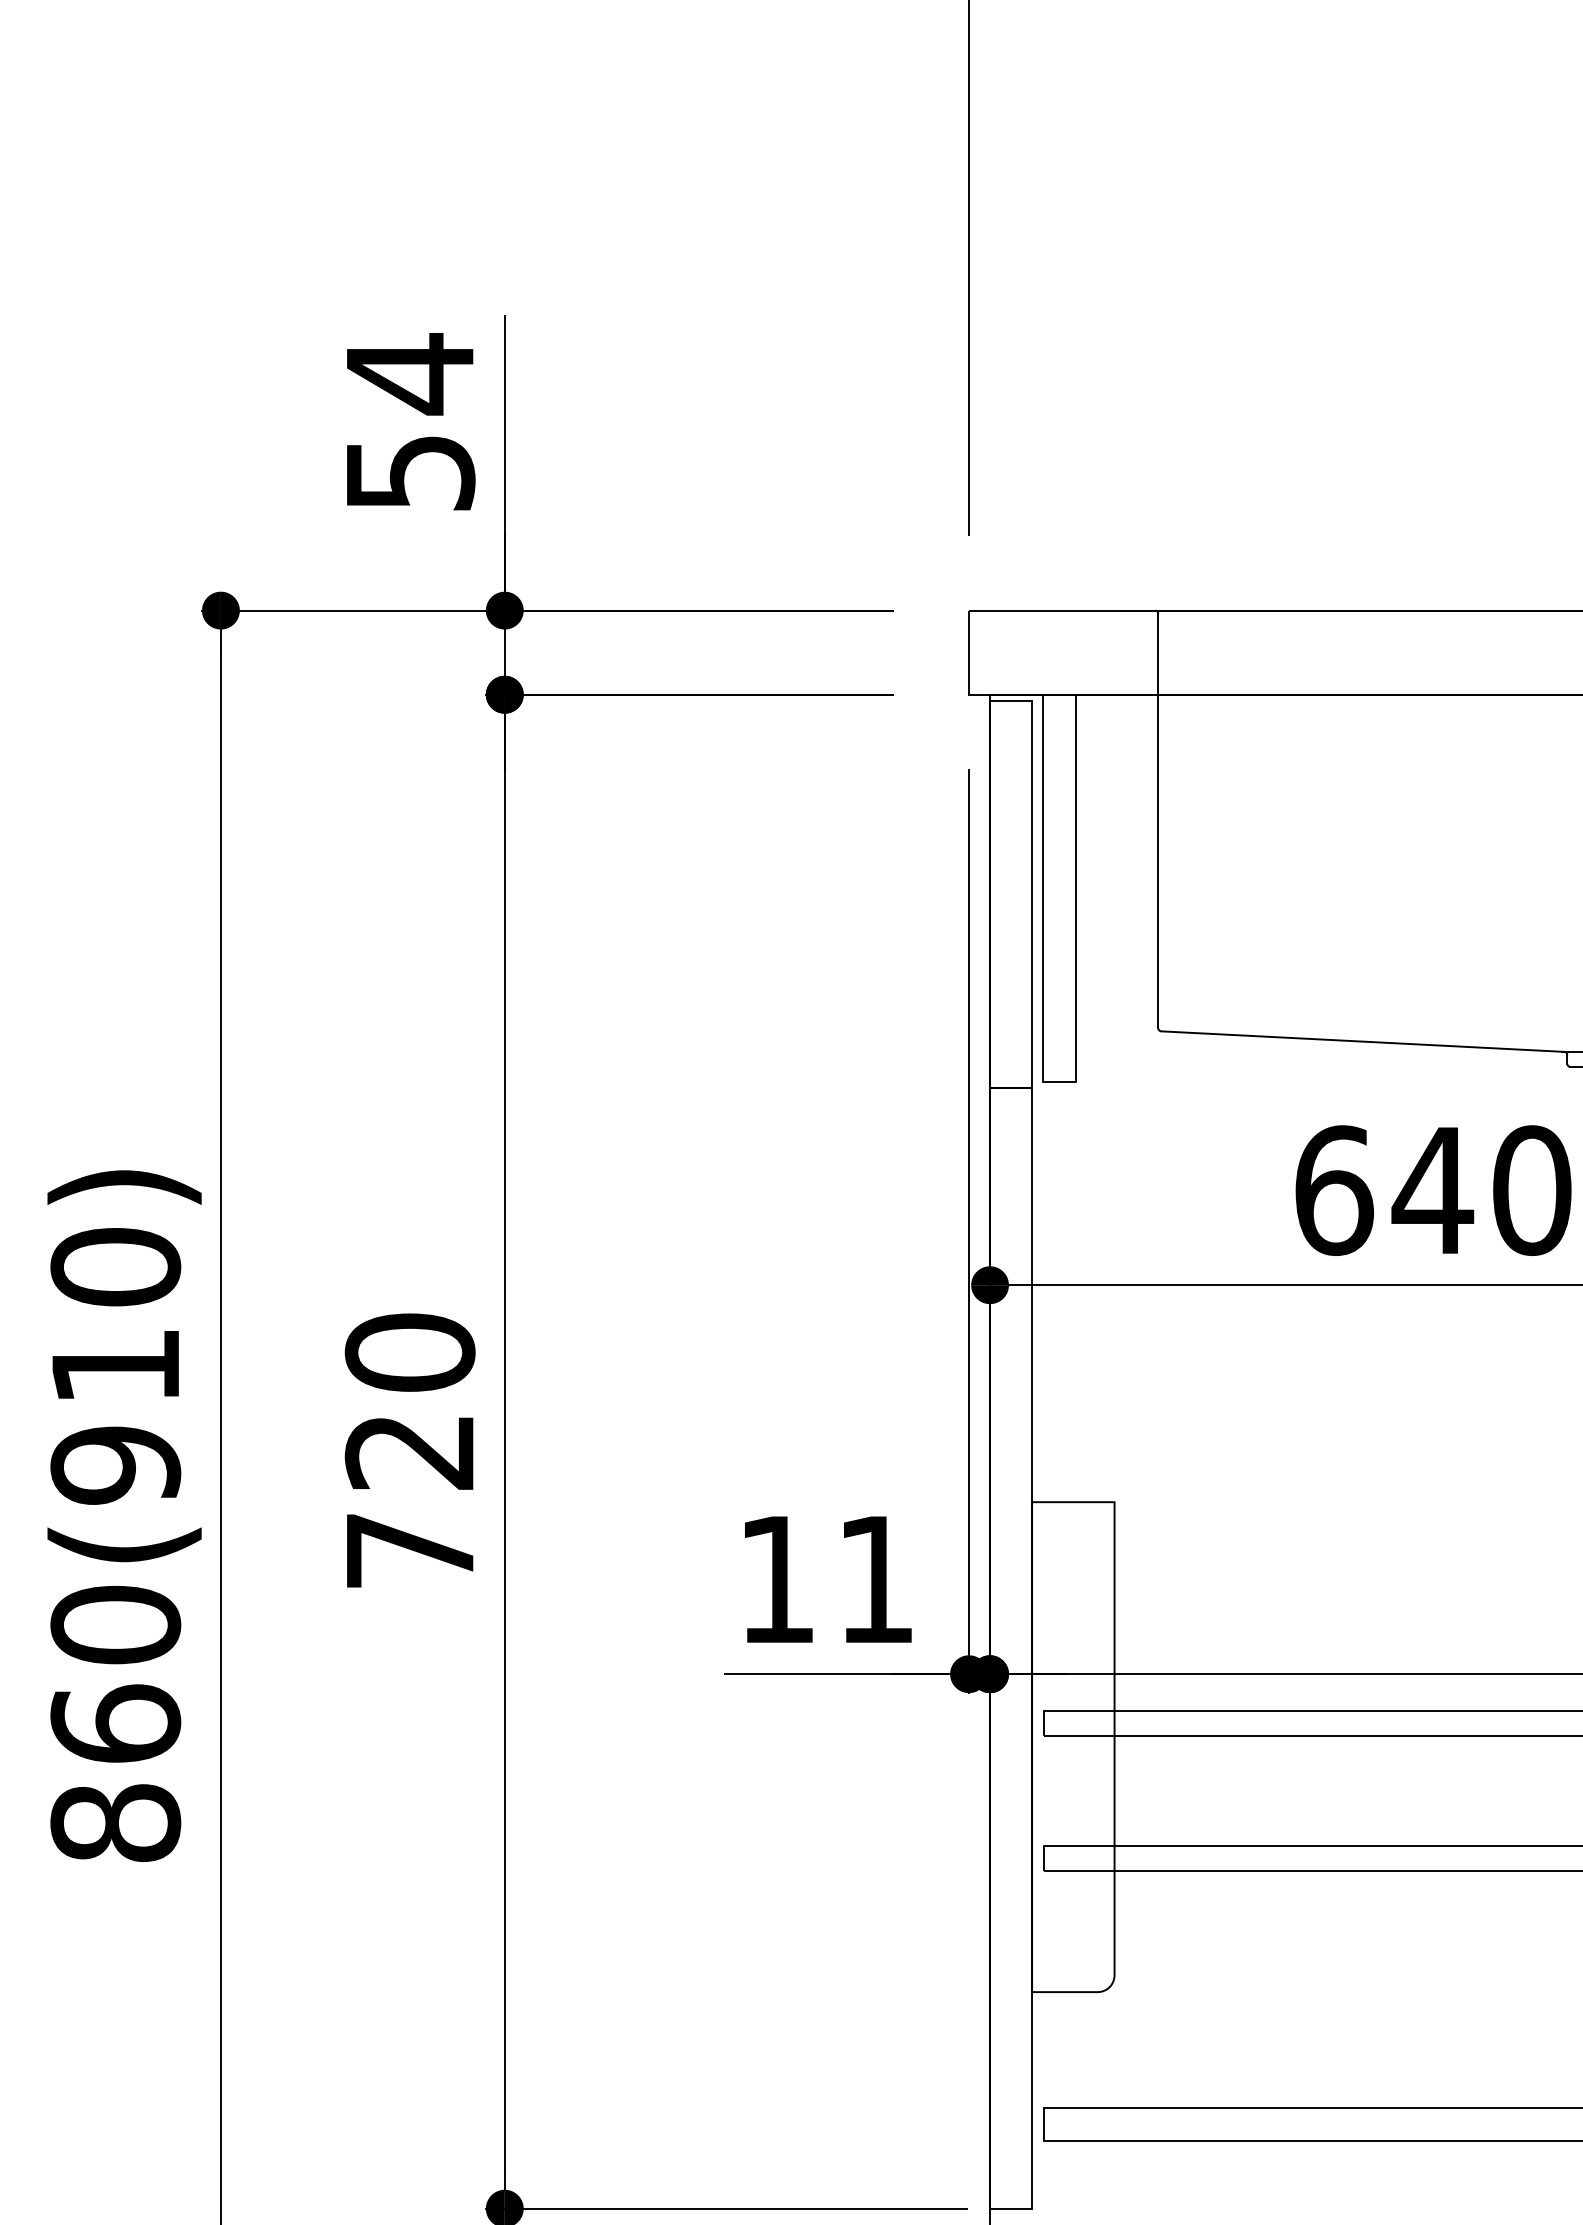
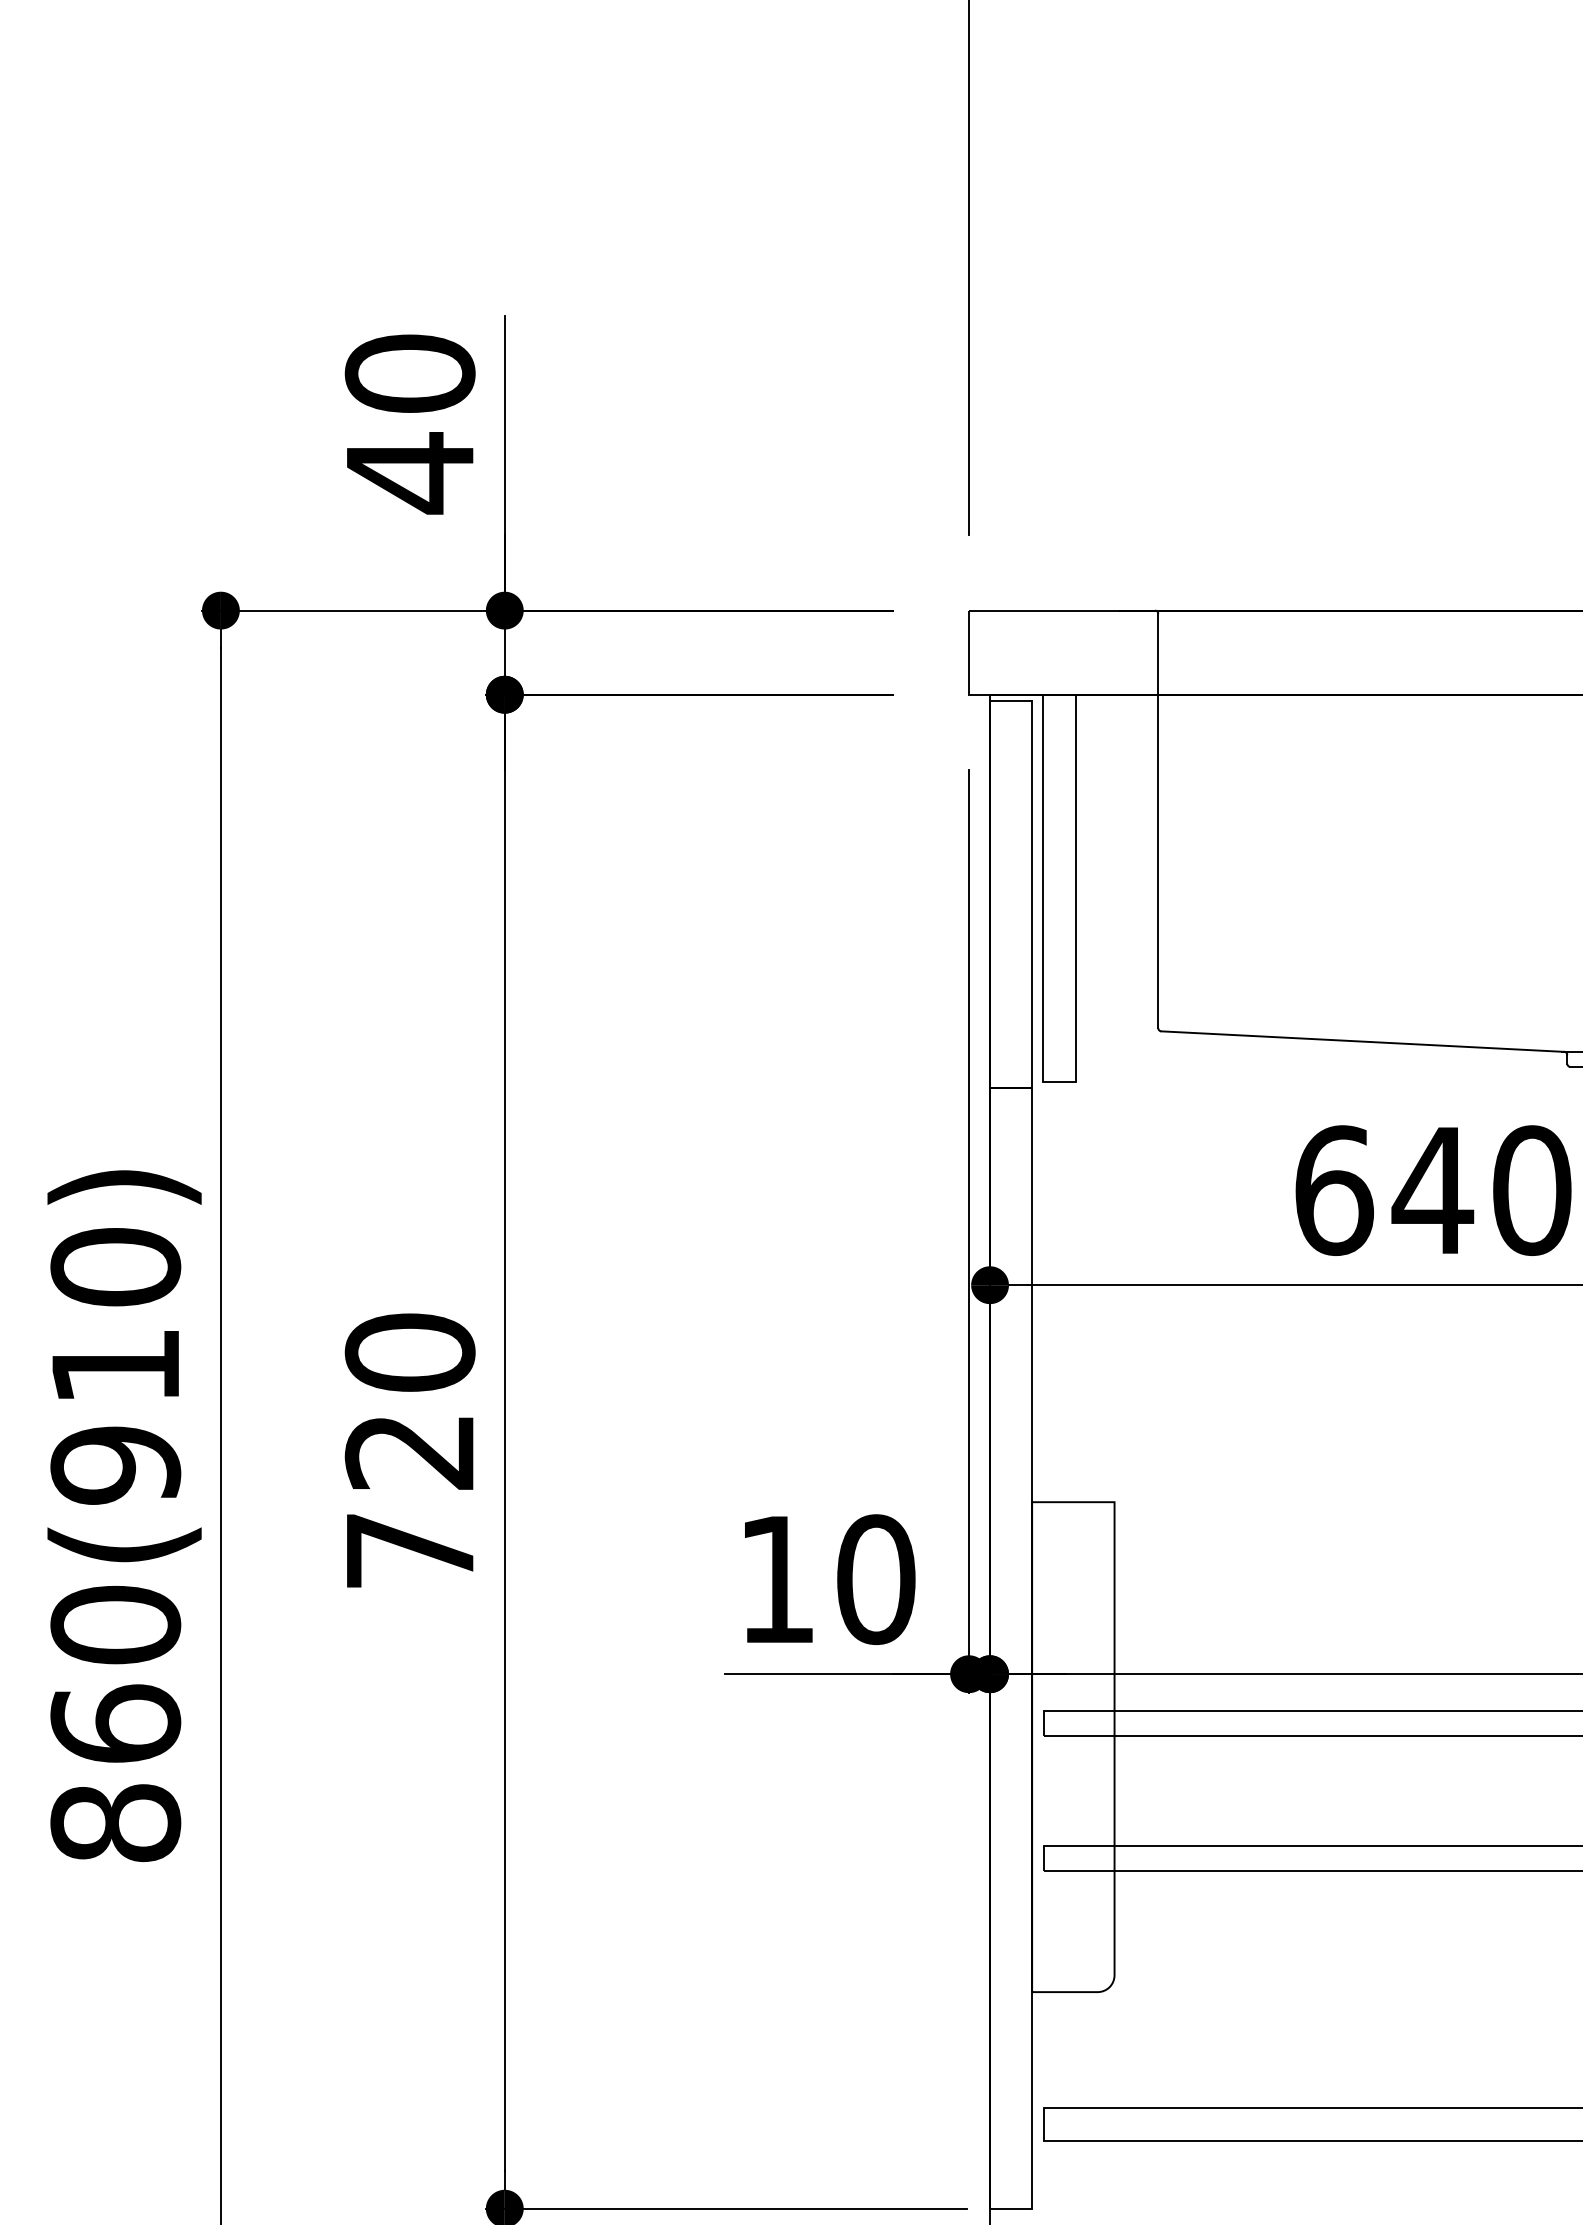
text at (409, 423): 54 -> 40
text at (876, 1579): 11 -> 10
